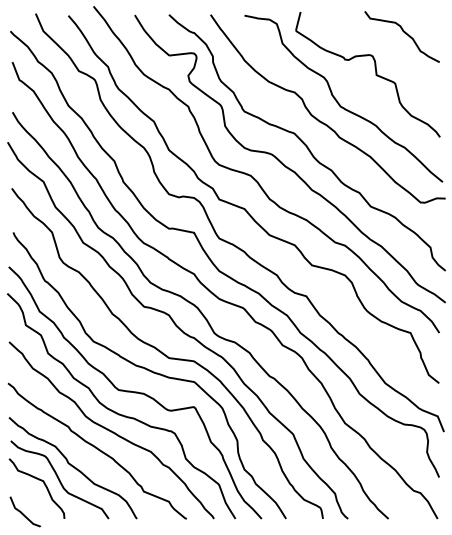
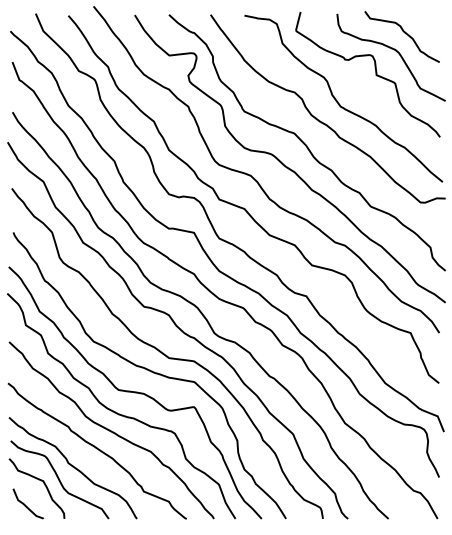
curve at (393, 50): none -> present
curve at (23, 513) position: (23, 513) -> (26, 505)
